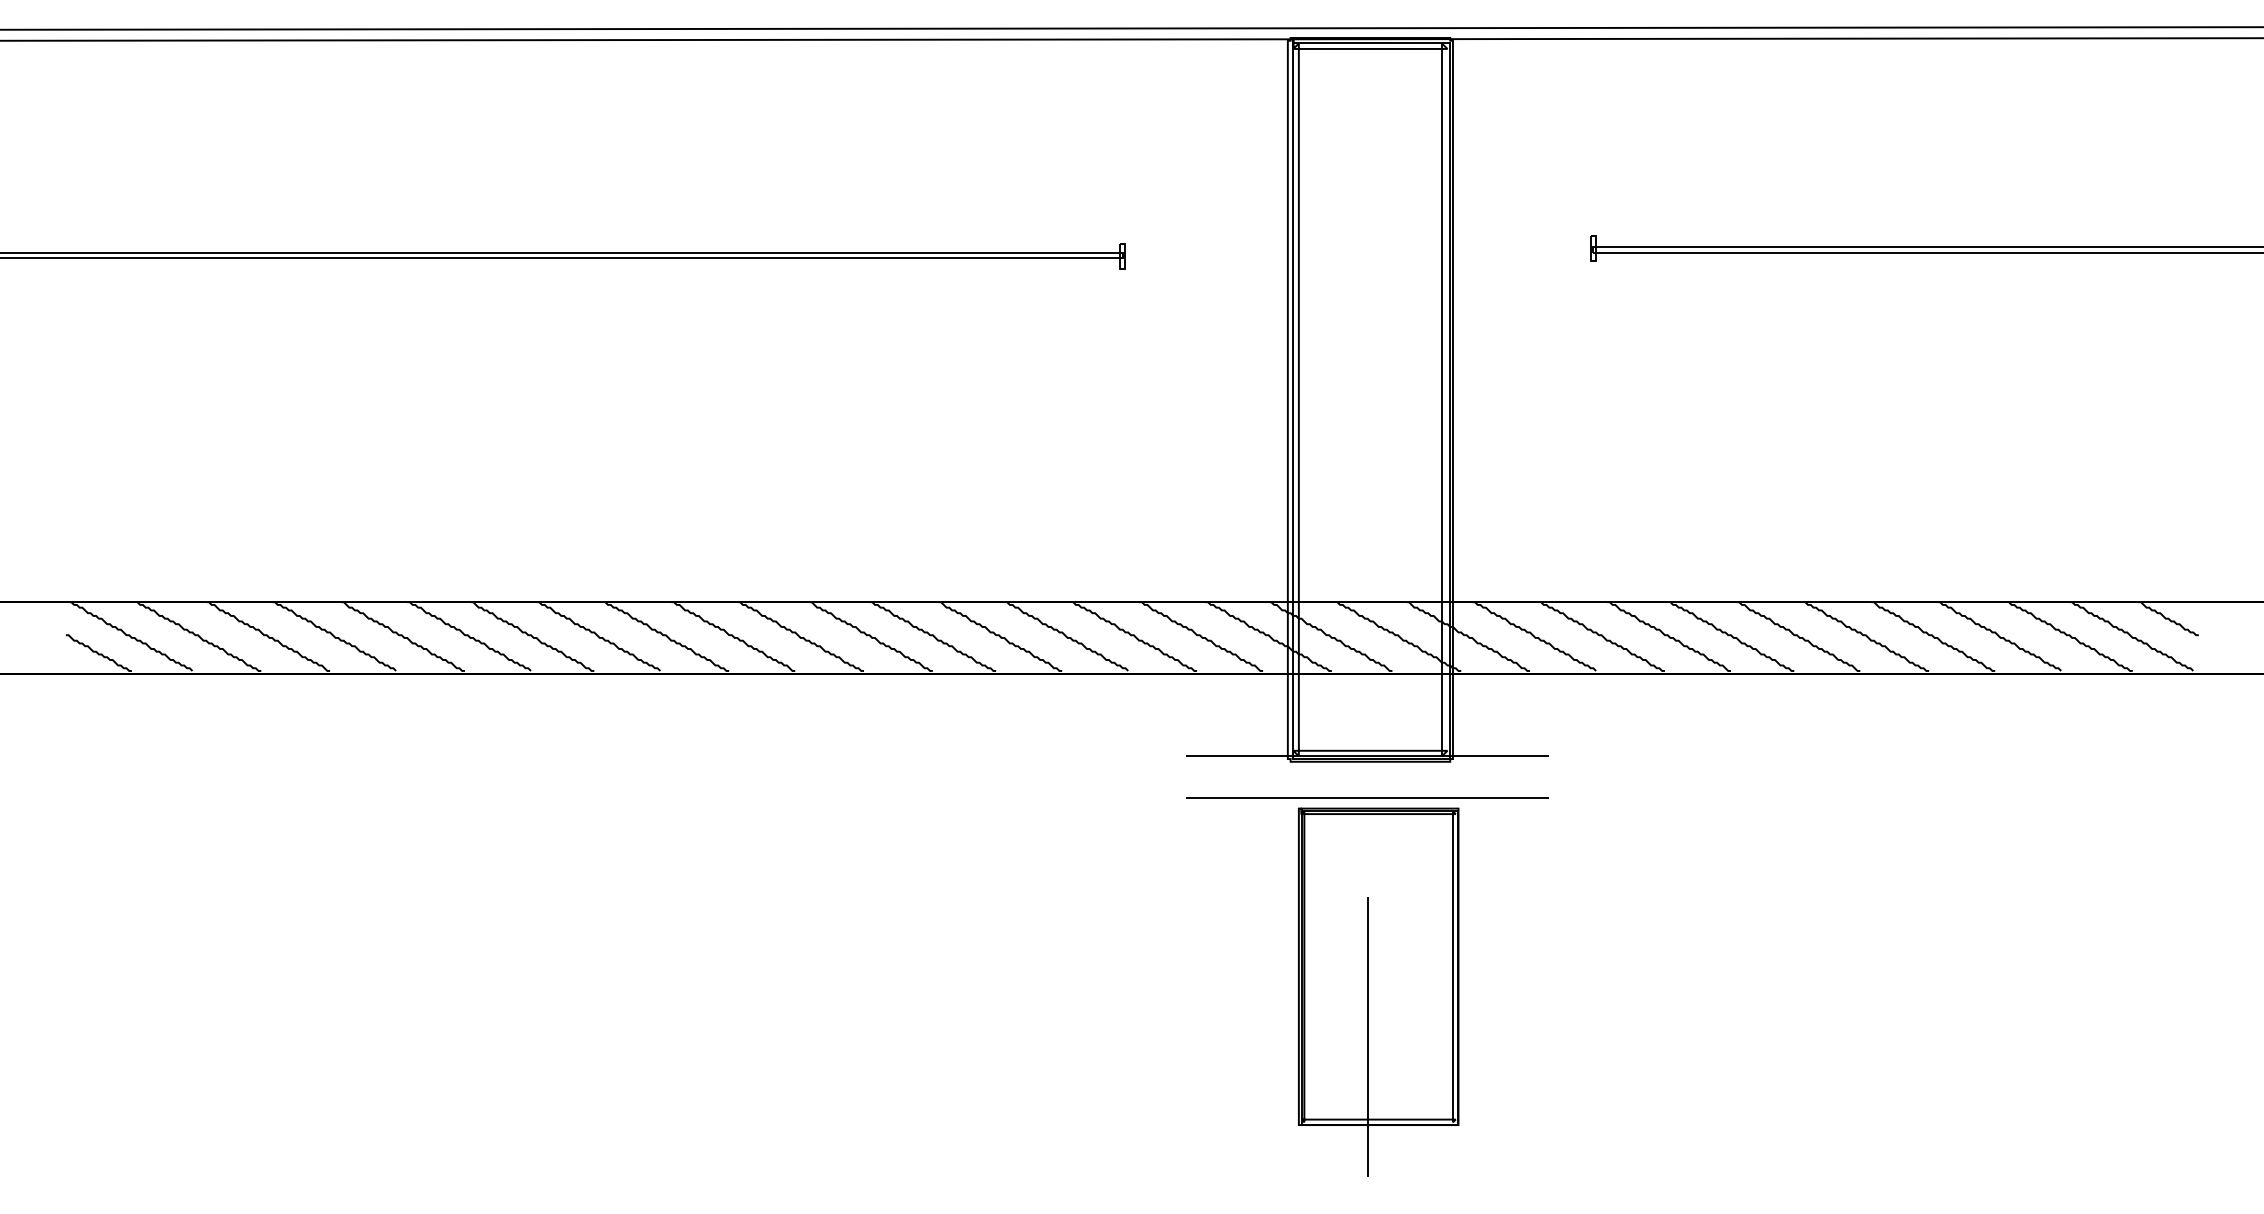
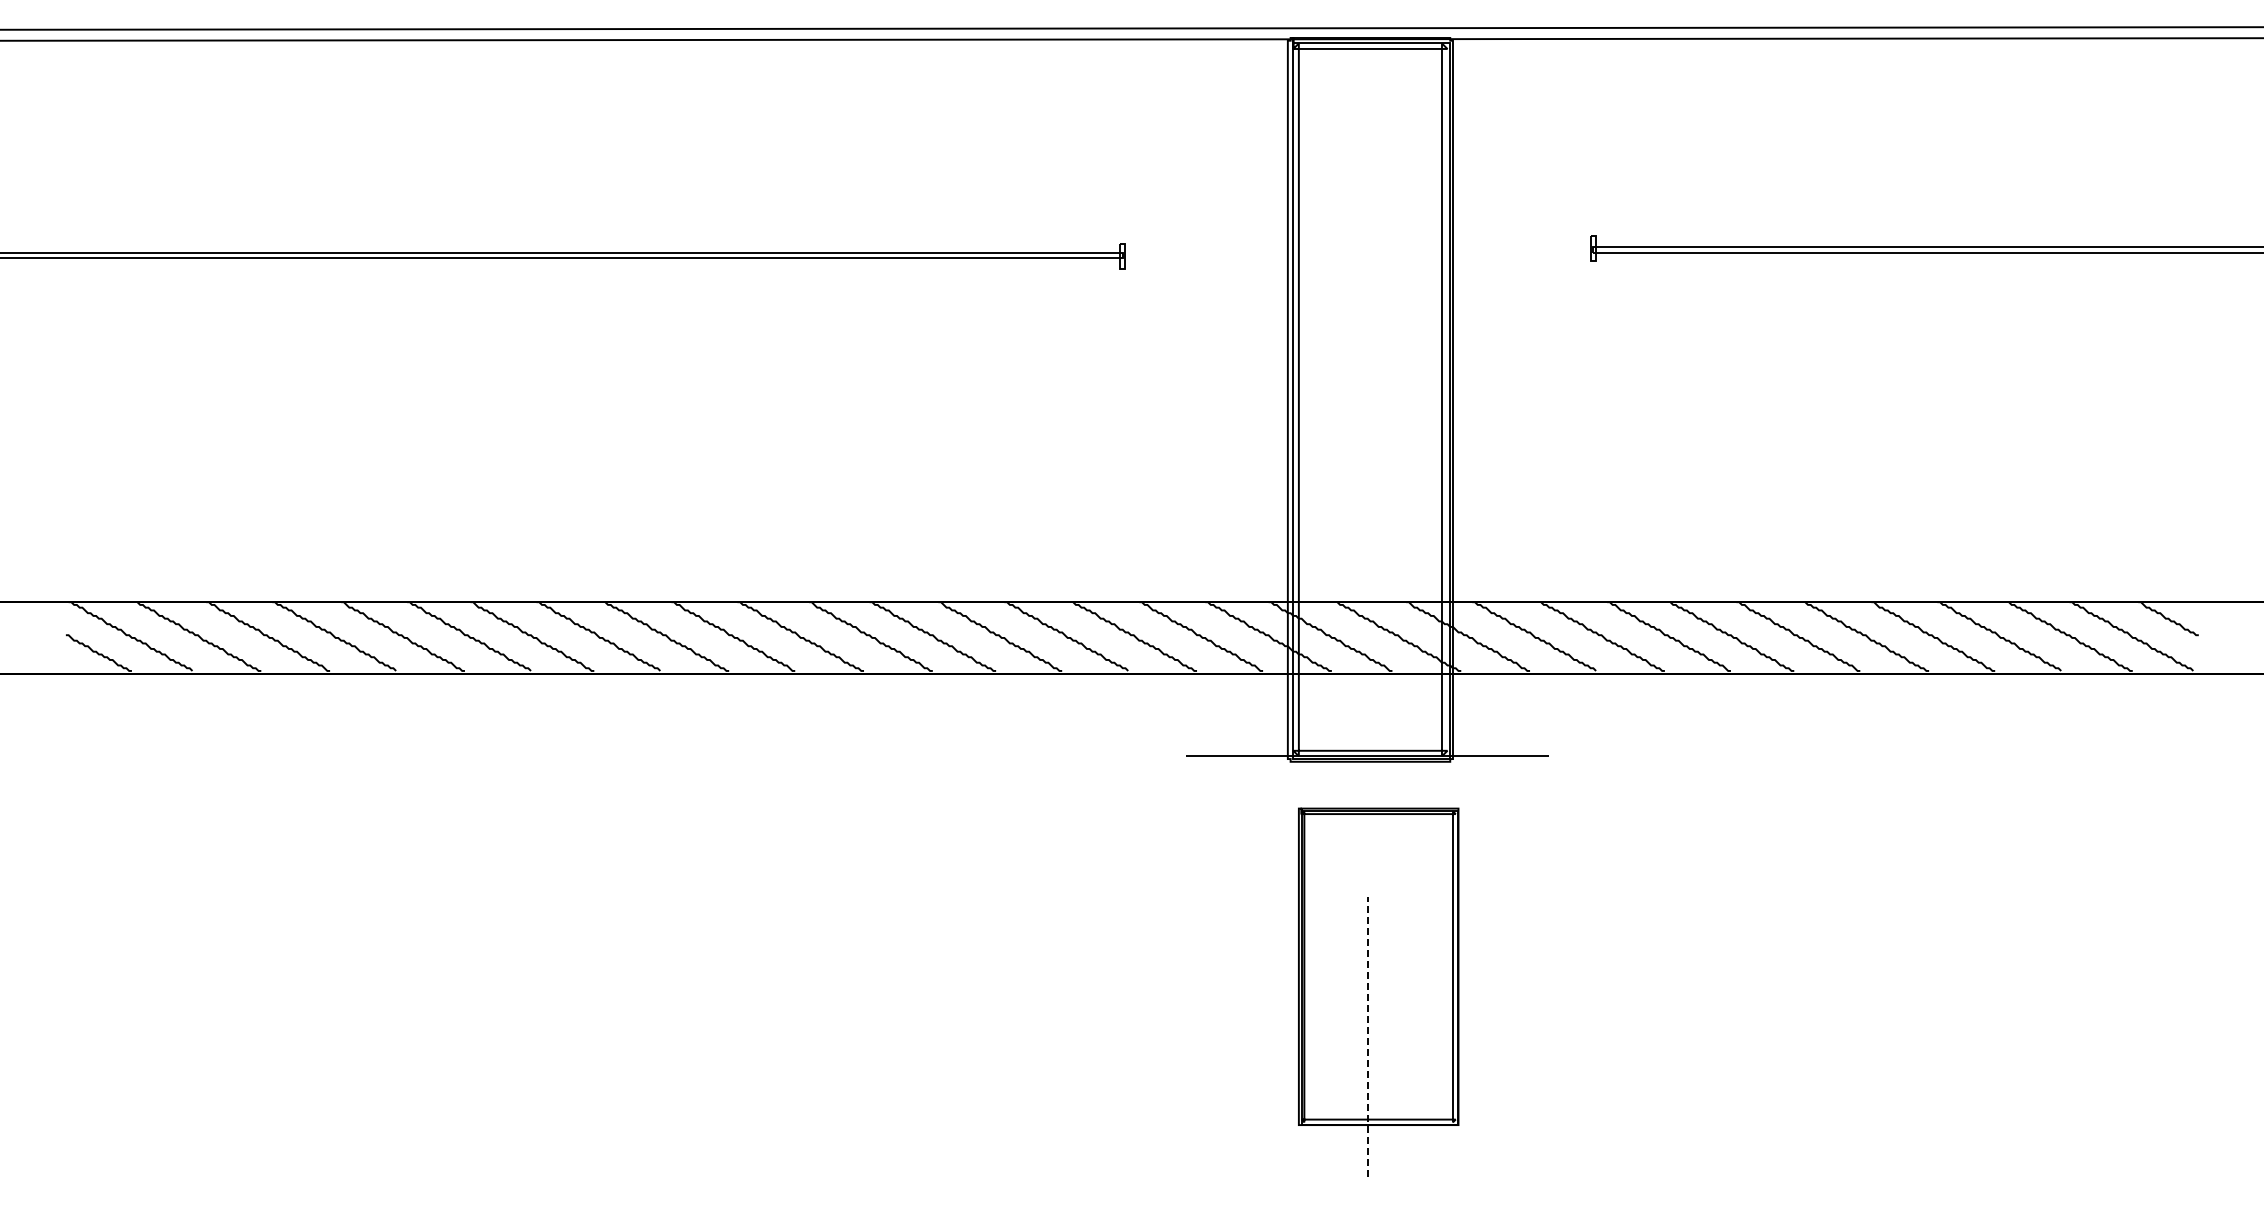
line at (1367, 797): present -> none
line at (1367, 1036): solid -> dashed
